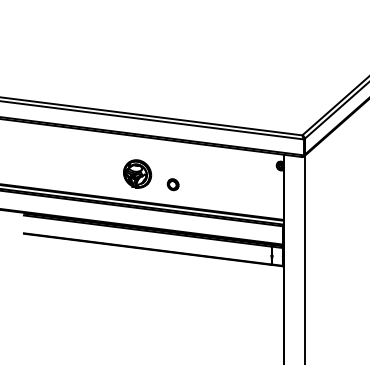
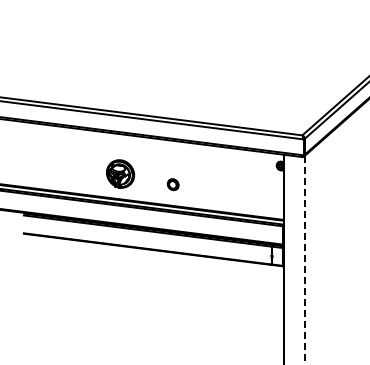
part at (137, 173) position: (137, 173) -> (120, 173)
line at (304, 260): solid -> dashed
